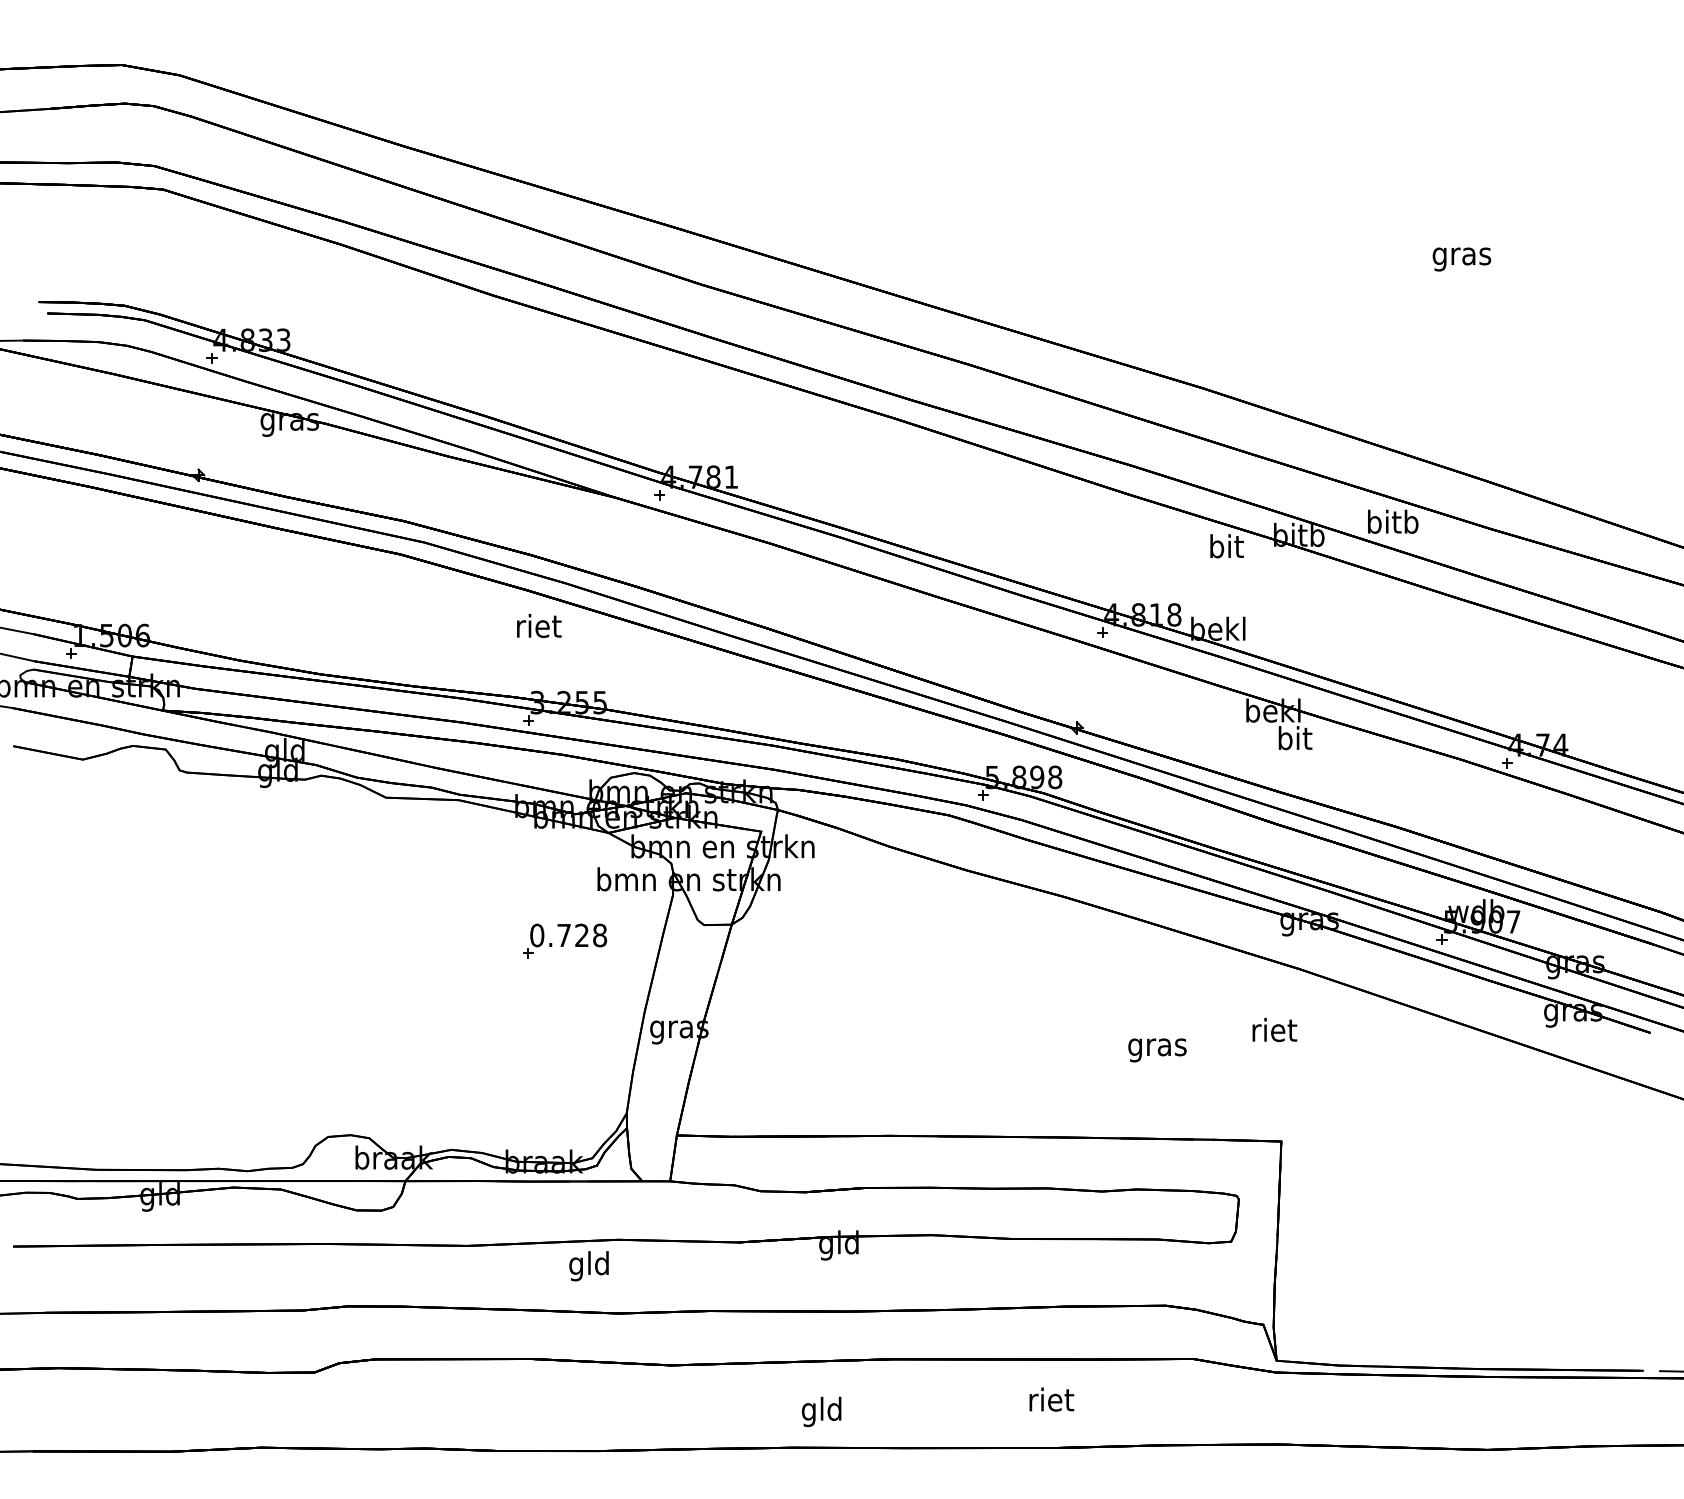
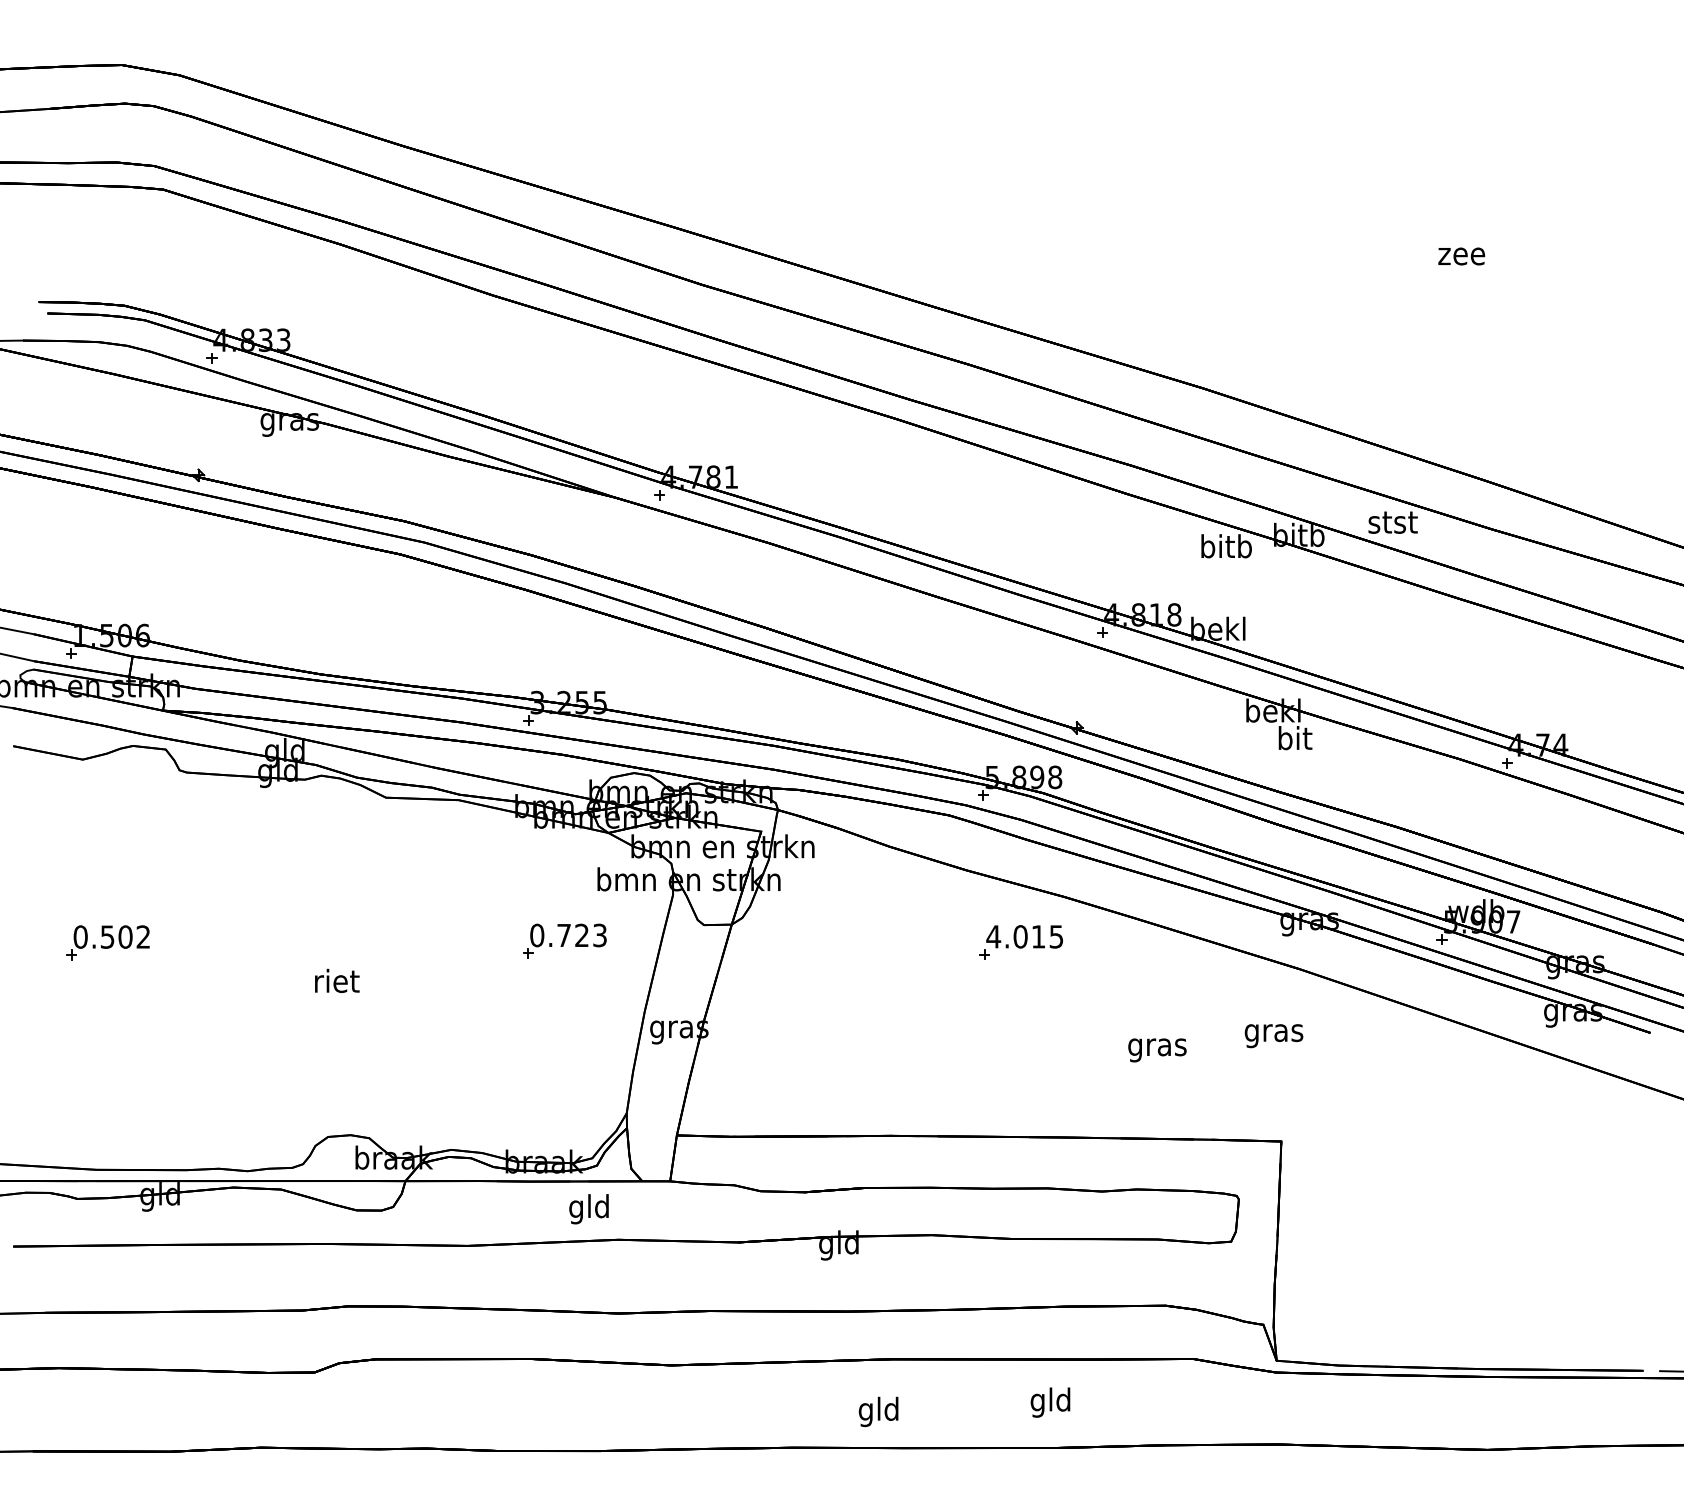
text at (1461, 259): gras -> zee
text at (1393, 521): bitb -> stst
text at (1226, 546): bit -> bitb
text at (539, 625) position: (539, 625) -> (337, 980)
text at (600, 935): 0.728 -> 0.723
part at (107, 942): none -> present
part at (1020, 942): none -> present
text at (1273, 1032): riet -> gras
text at (588, 1266) position: (588, 1266) -> (588, 1209)
text at (1051, 1402): riet -> gld
text at (821, 1411) position: (821, 1411) -> (878, 1411)
